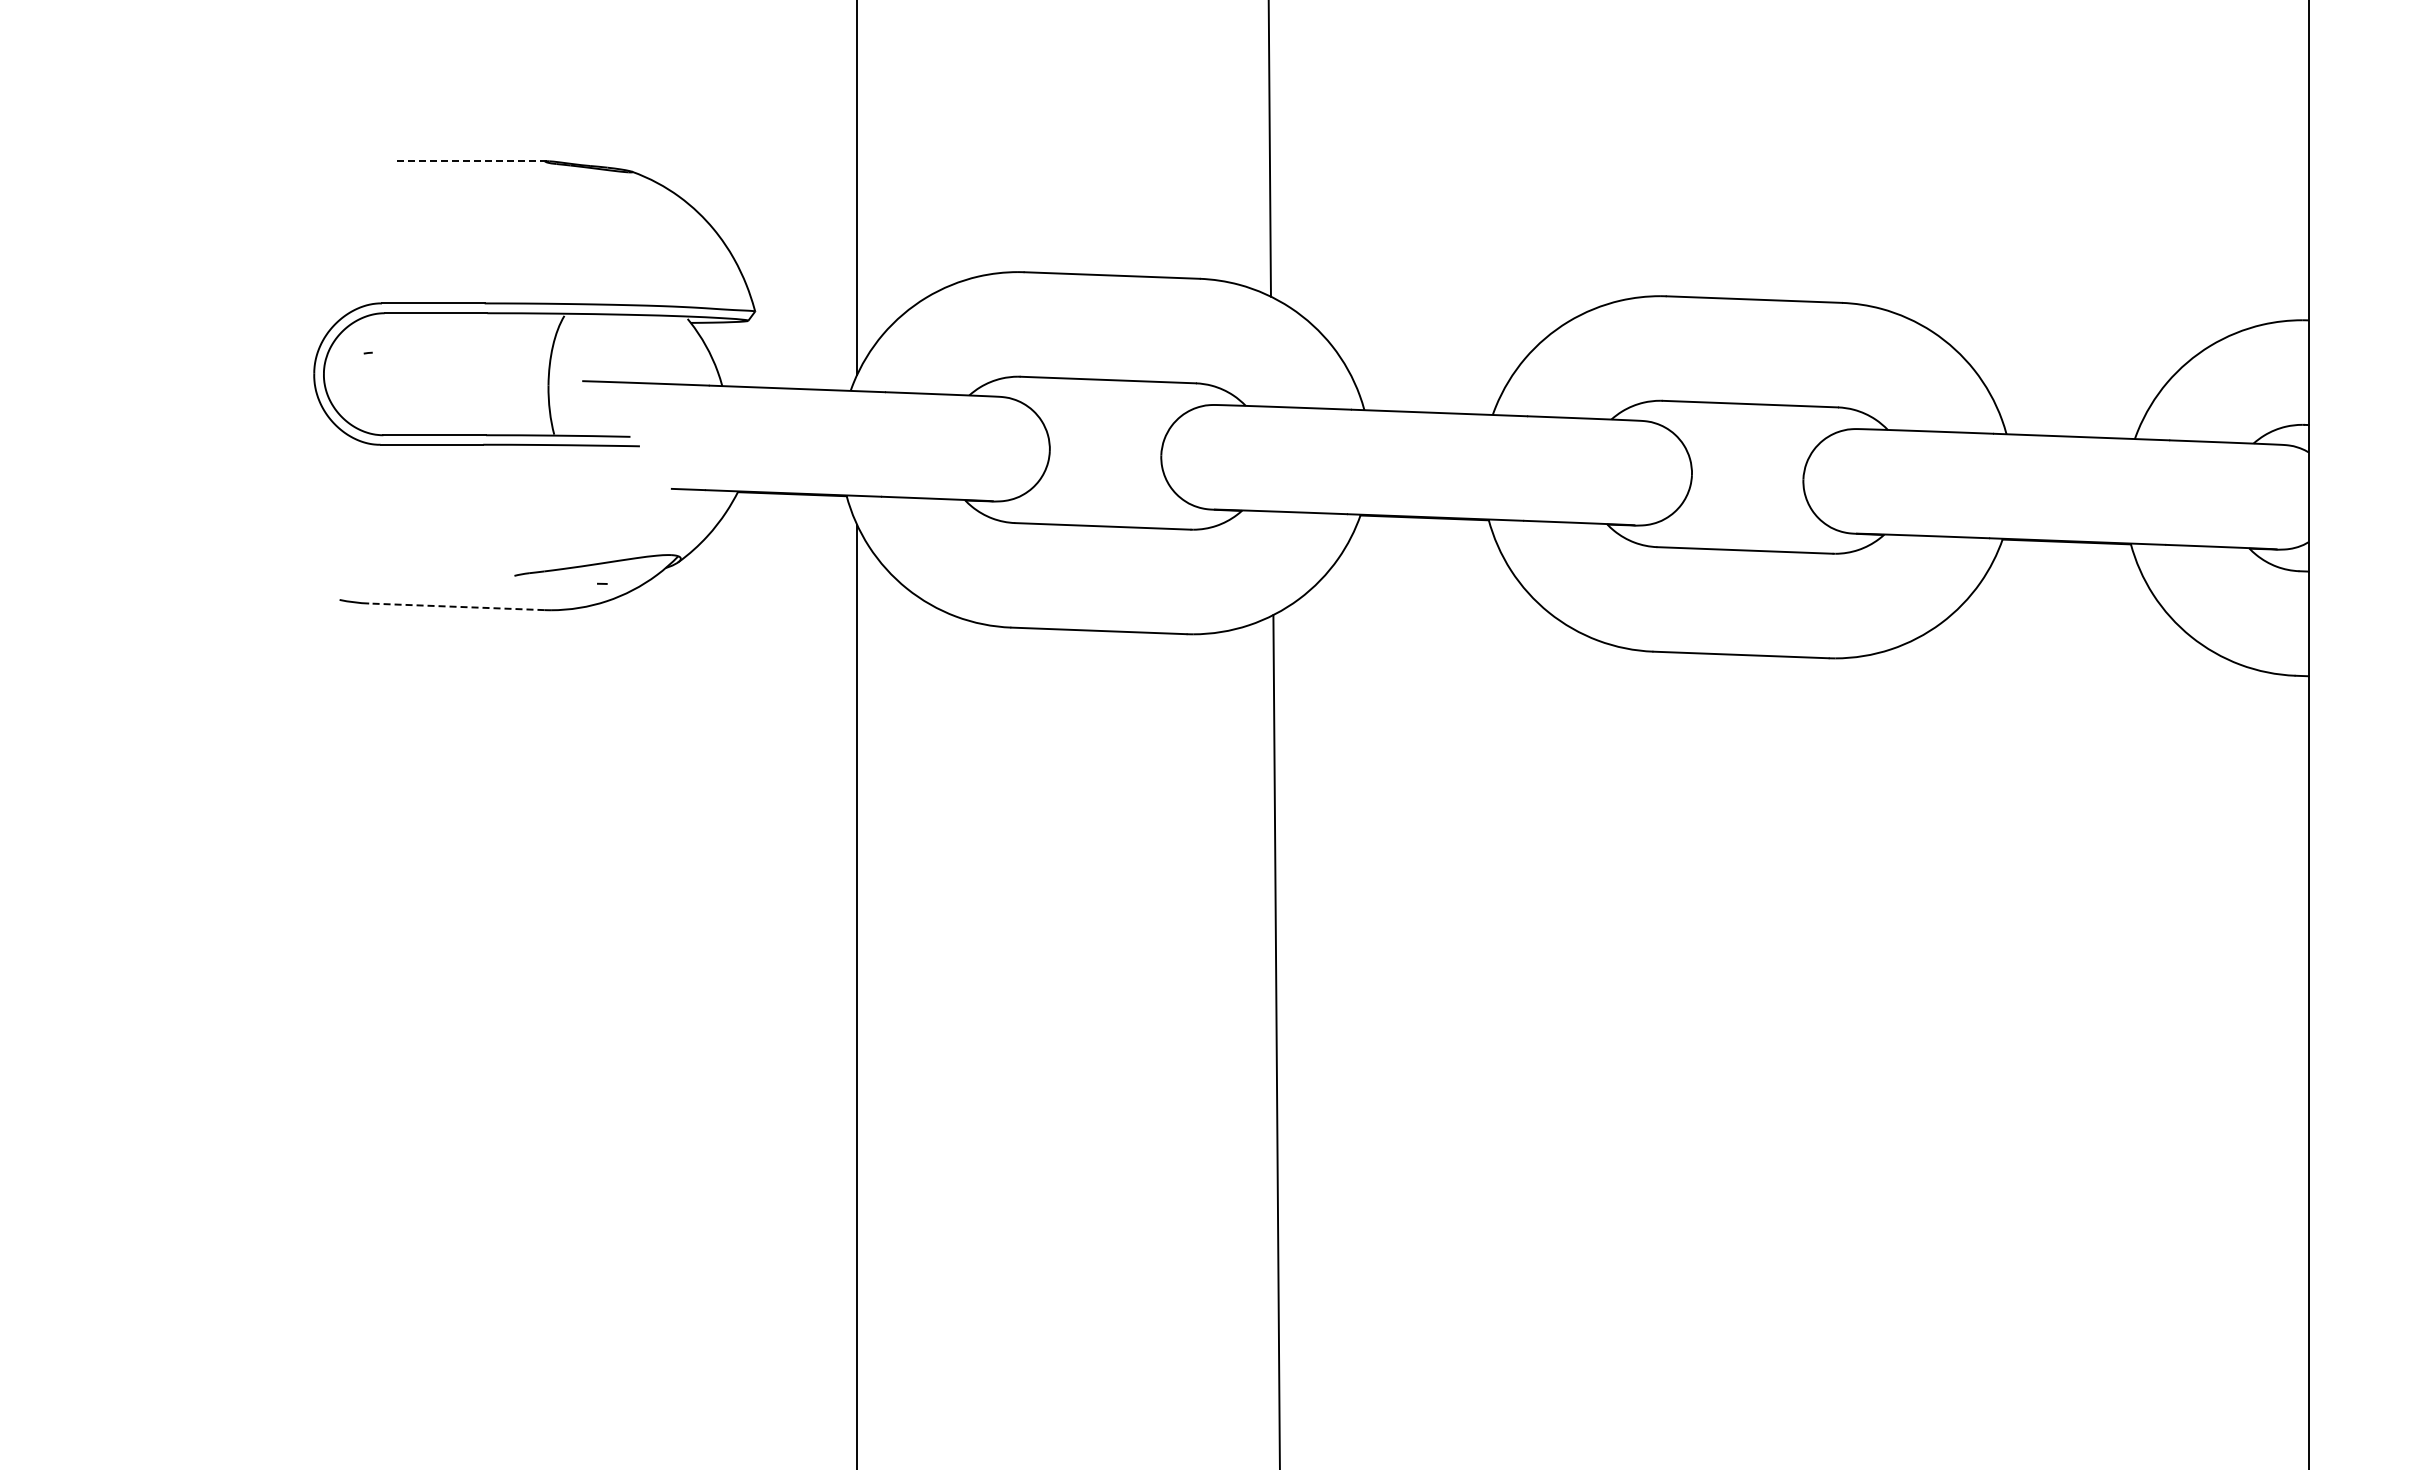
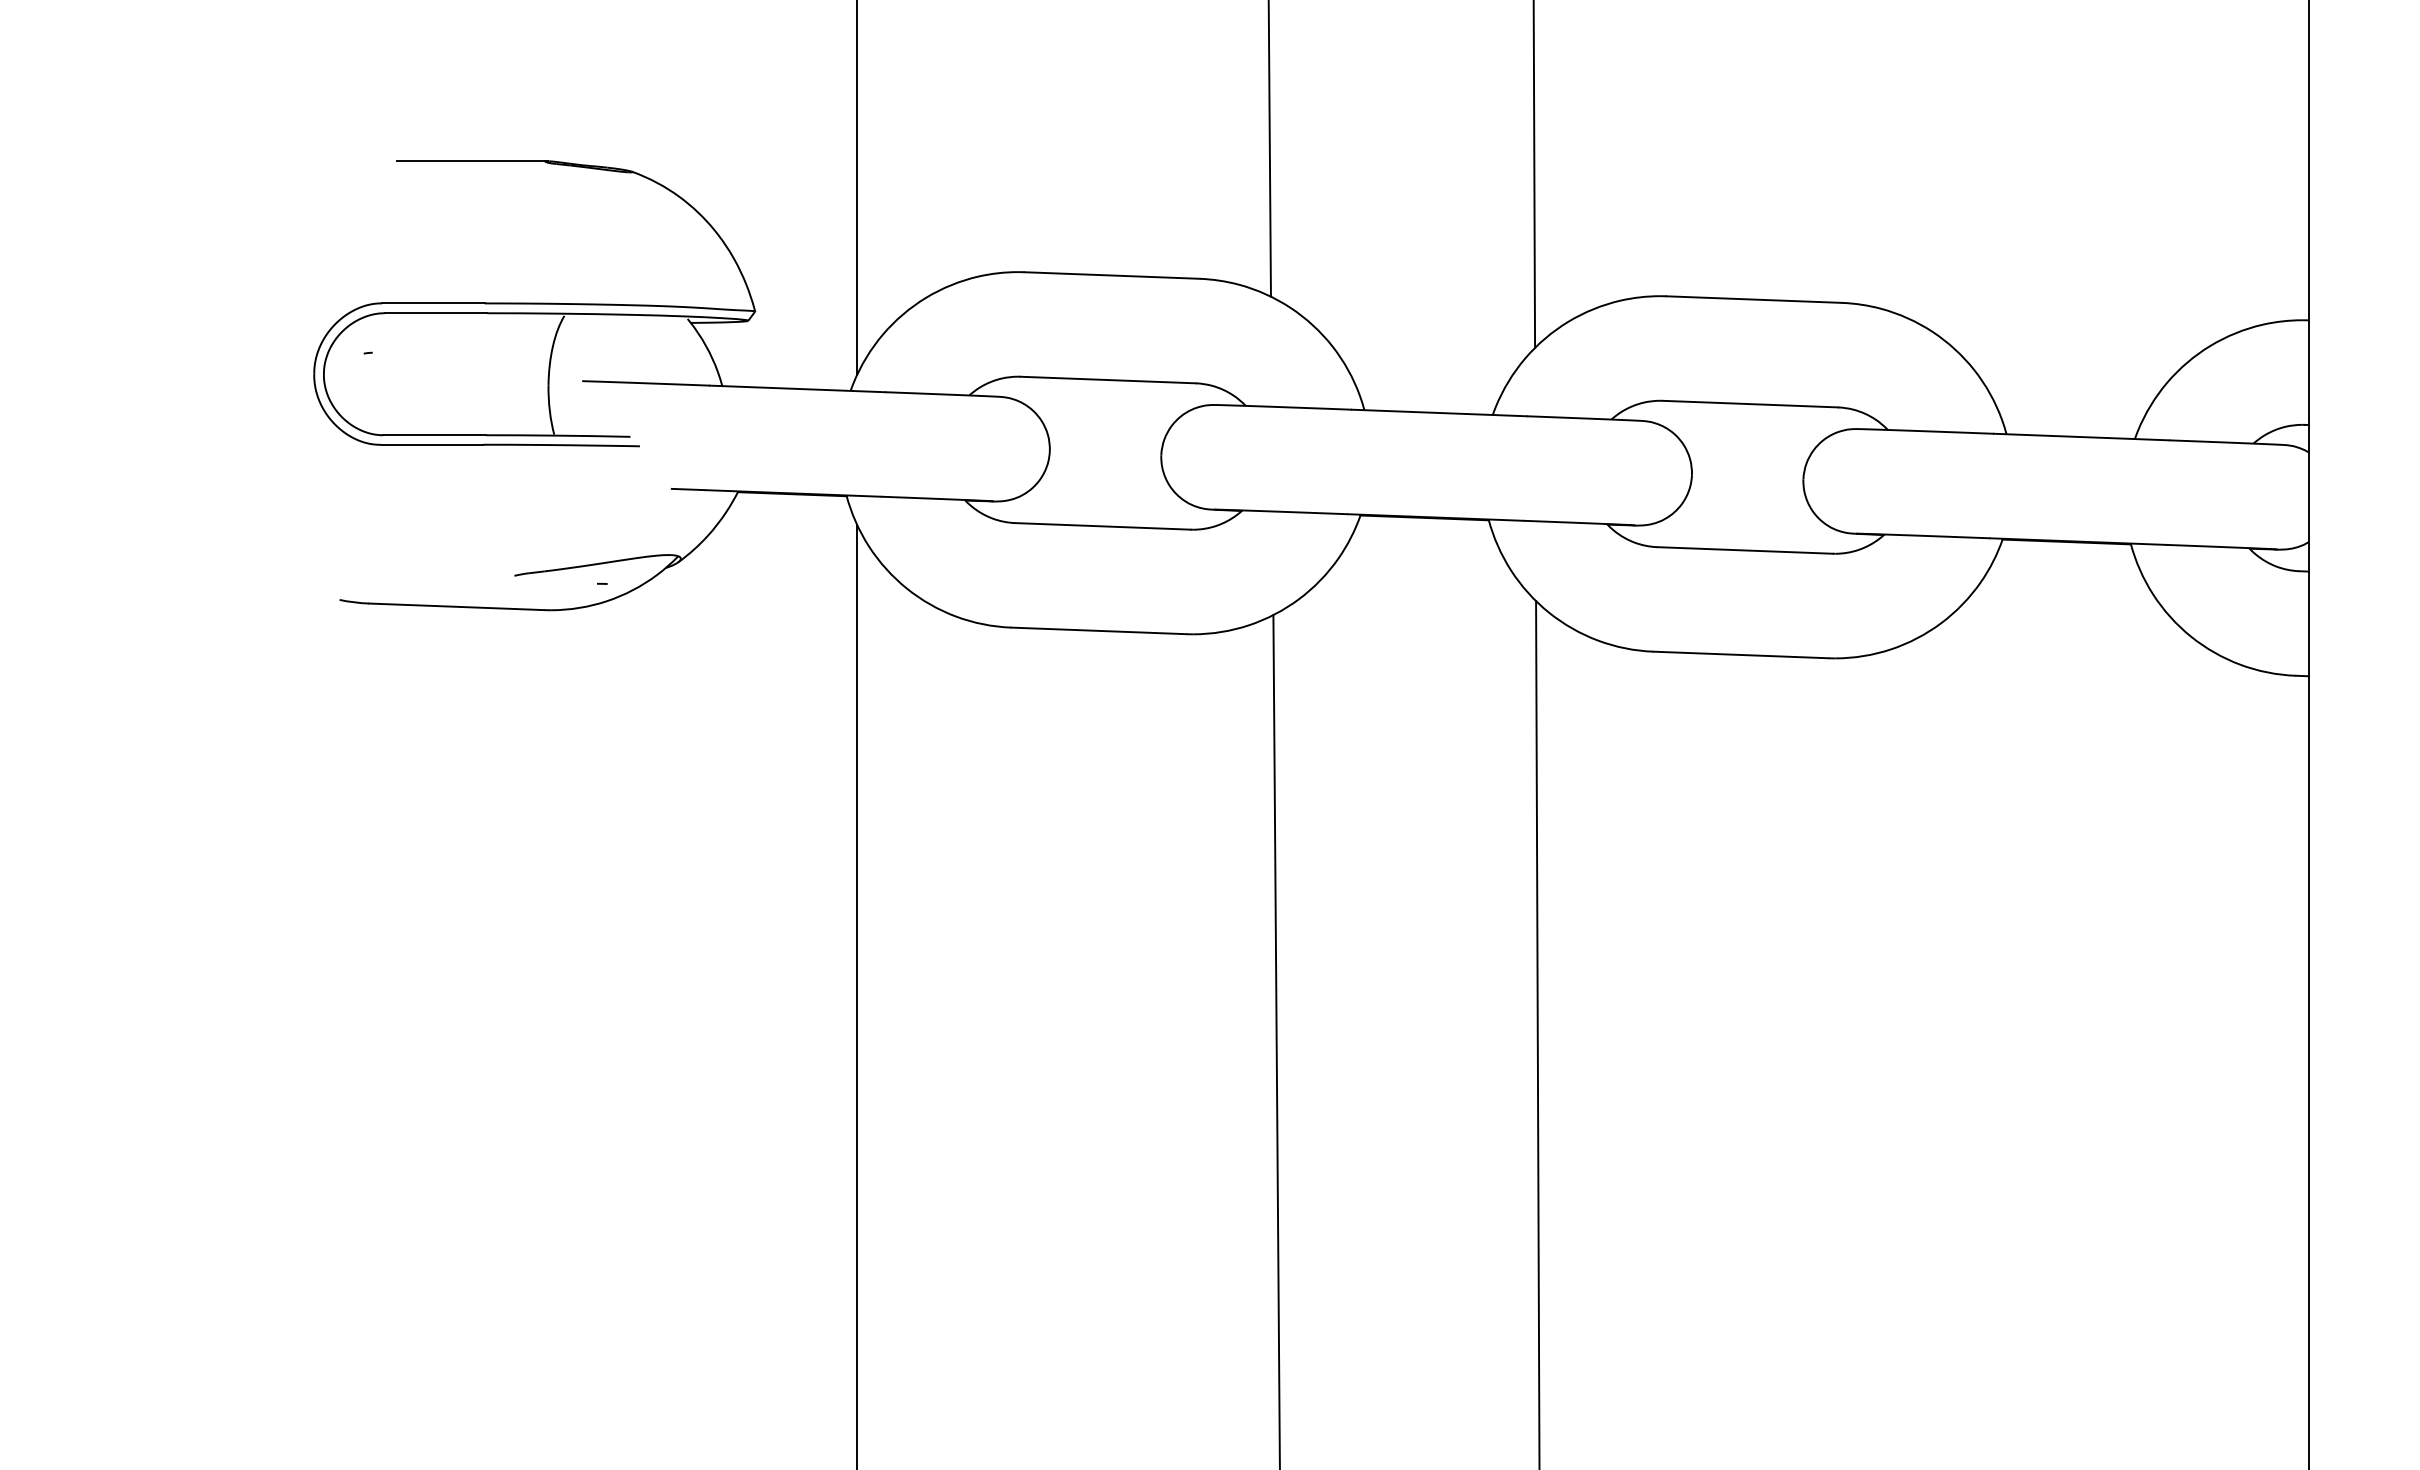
line at (472, 161): dashed -> solid
line at (1534, 174): none -> present
line at (456, 606): dashed -> solid
line at (1537, 1033): none -> present
